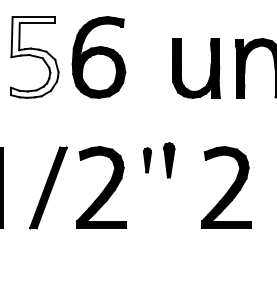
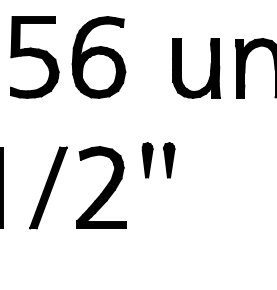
fill at (34, 57): none -> present
part at (147, 160) size: 9x27 px -> 13x37 px
part at (226, 187): present -> none
